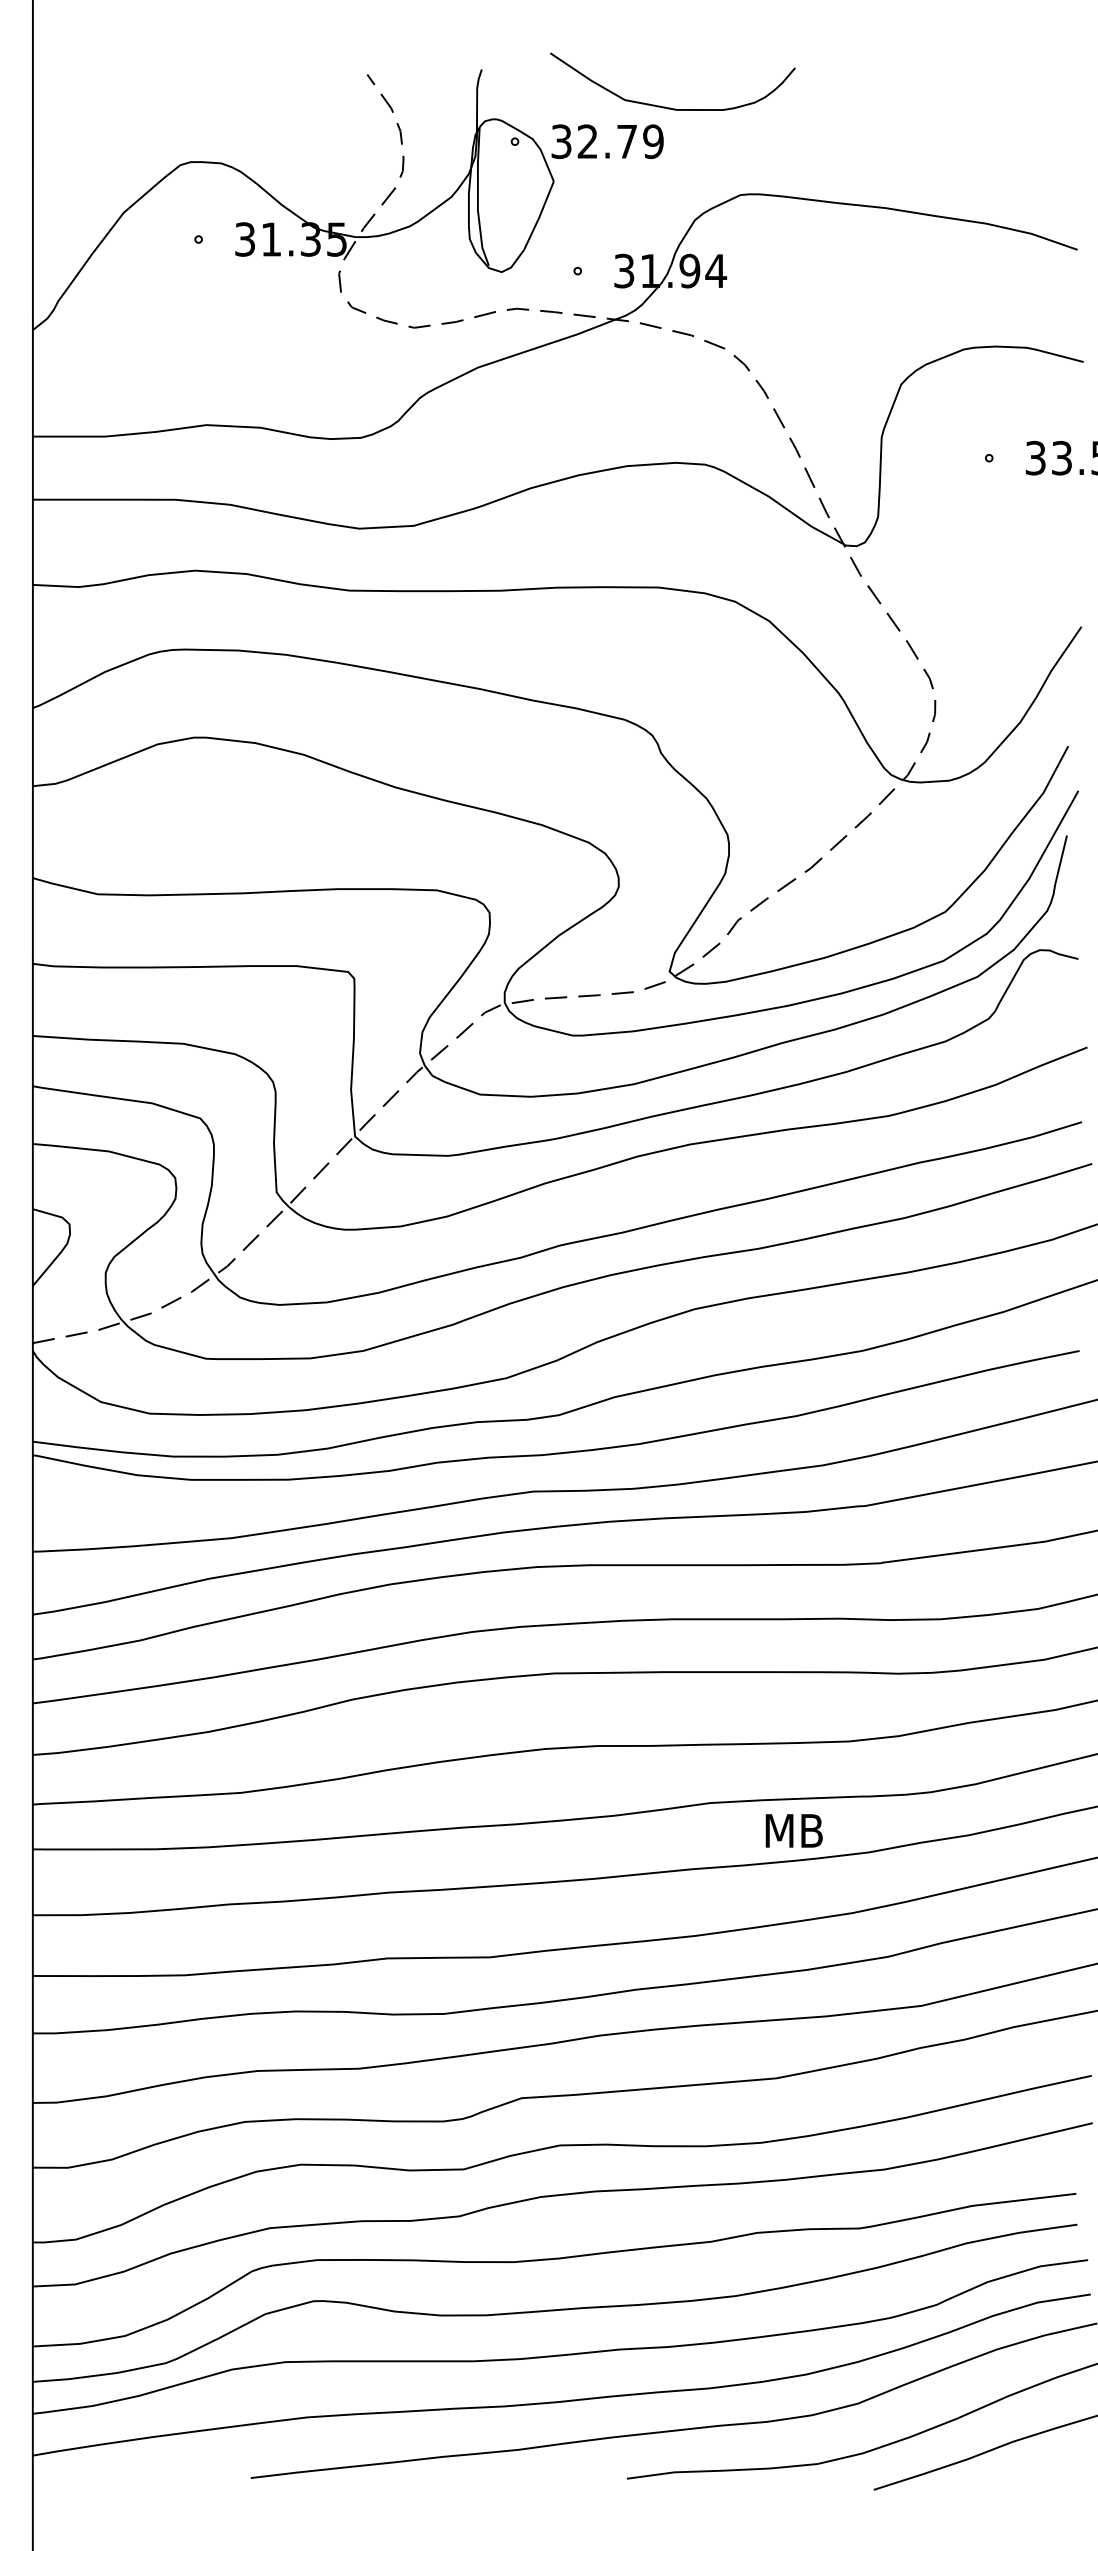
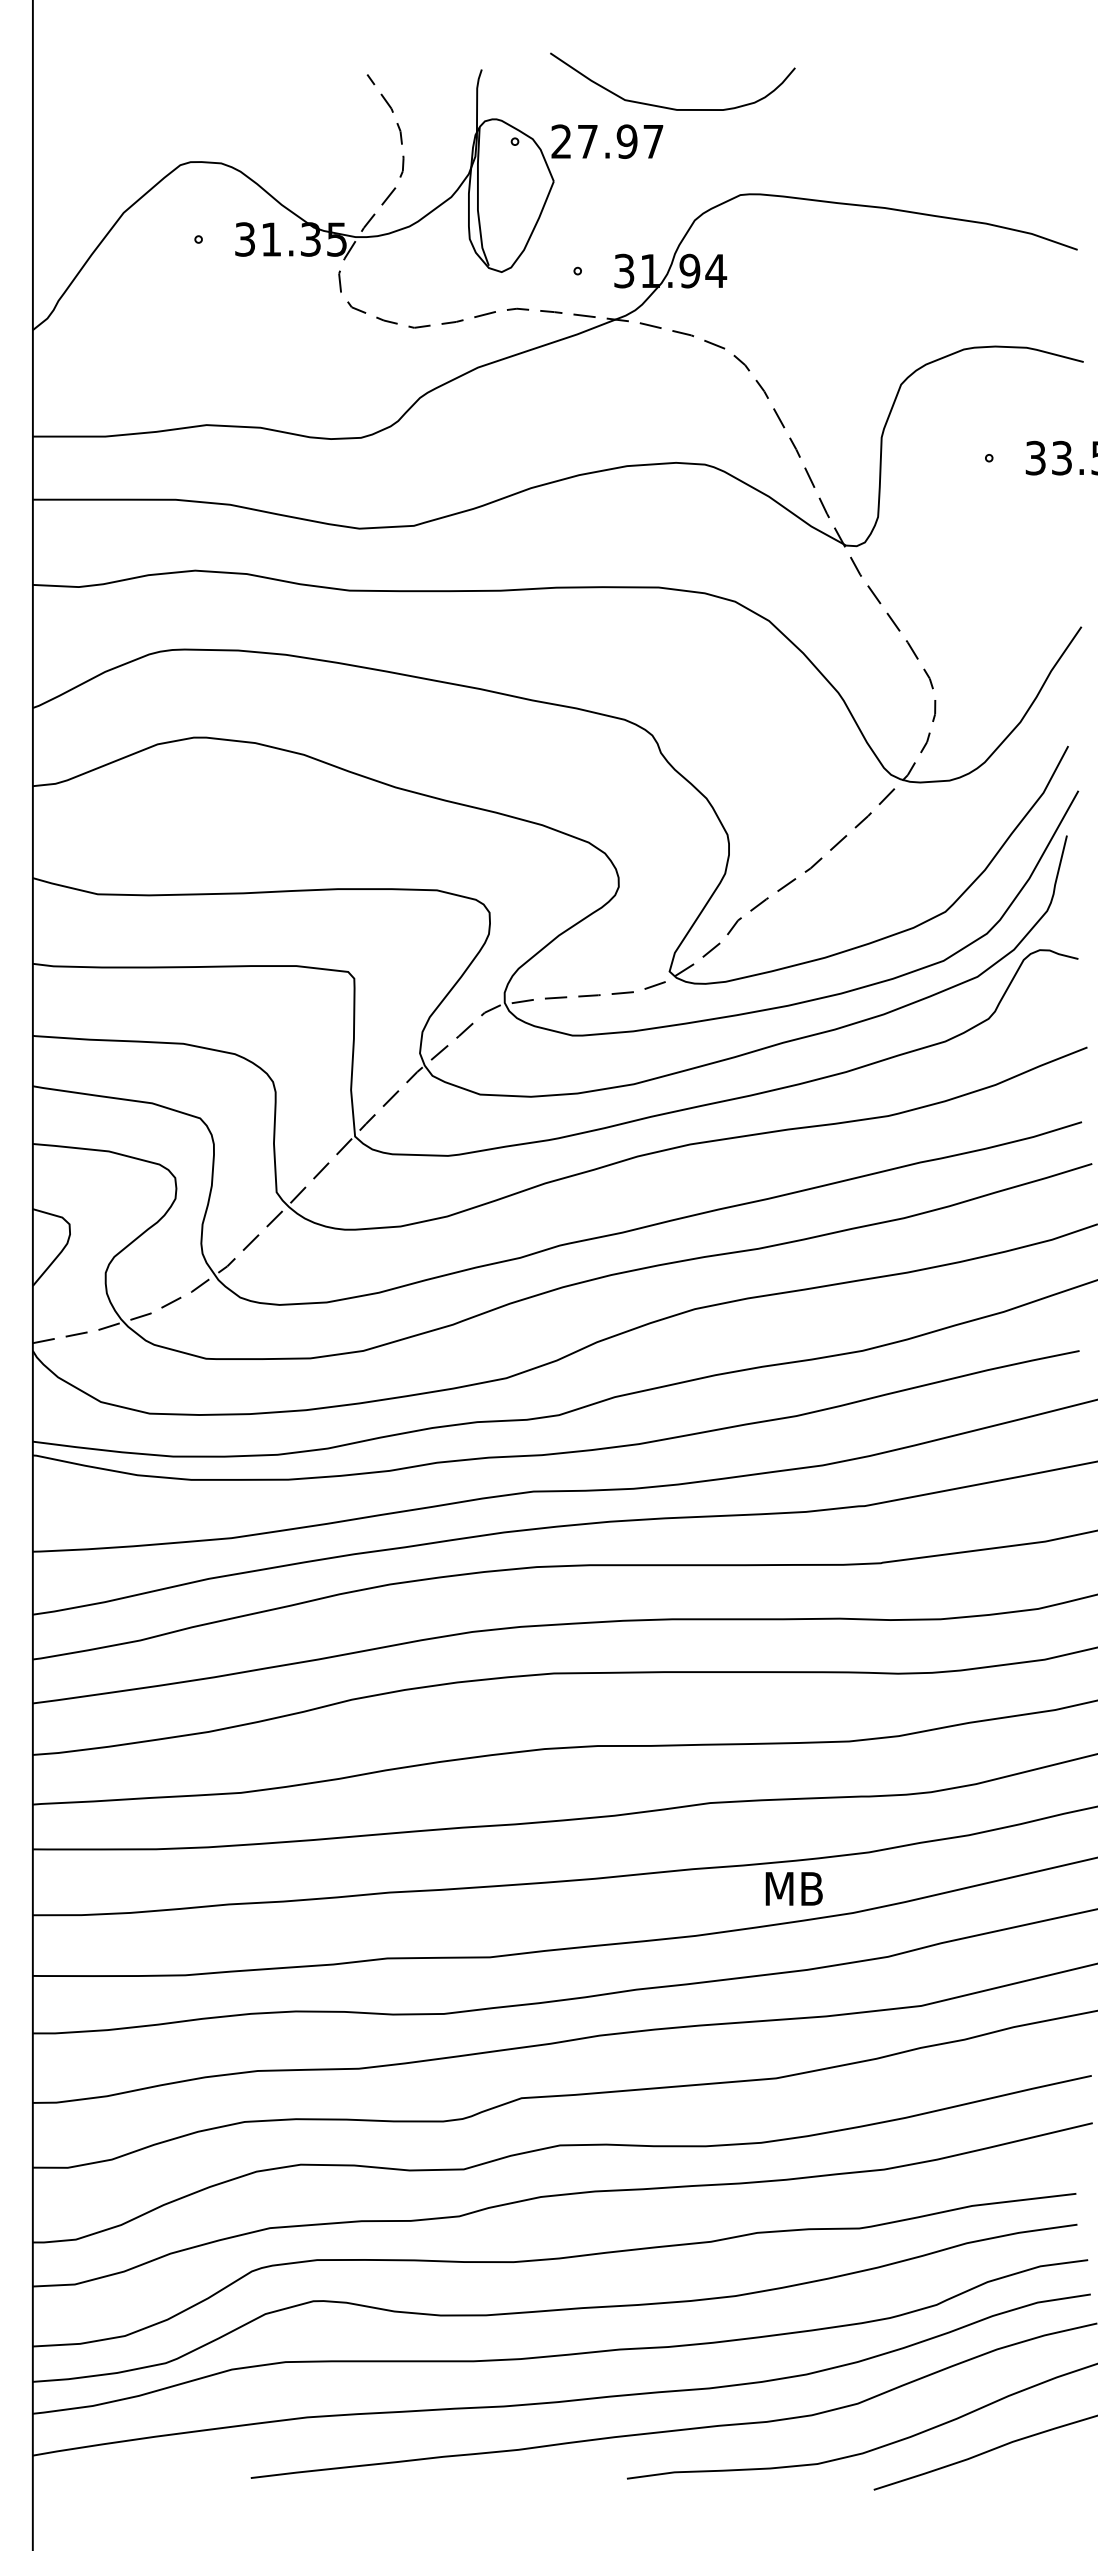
text at (607, 141): 32.79 -> 27.97
text at (793, 1830) position: (793, 1830) -> (793, 1888)
